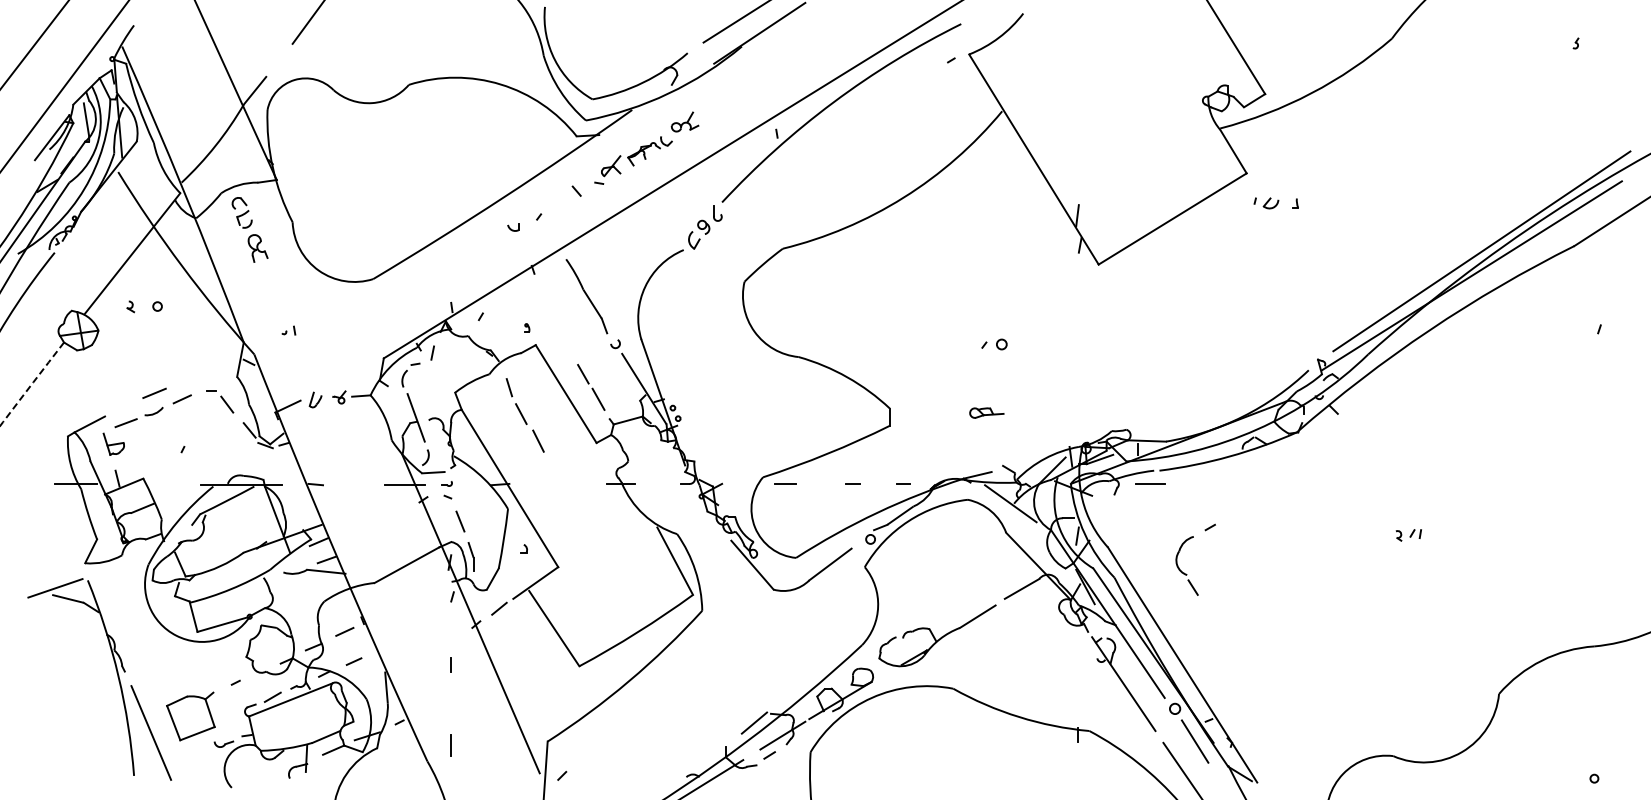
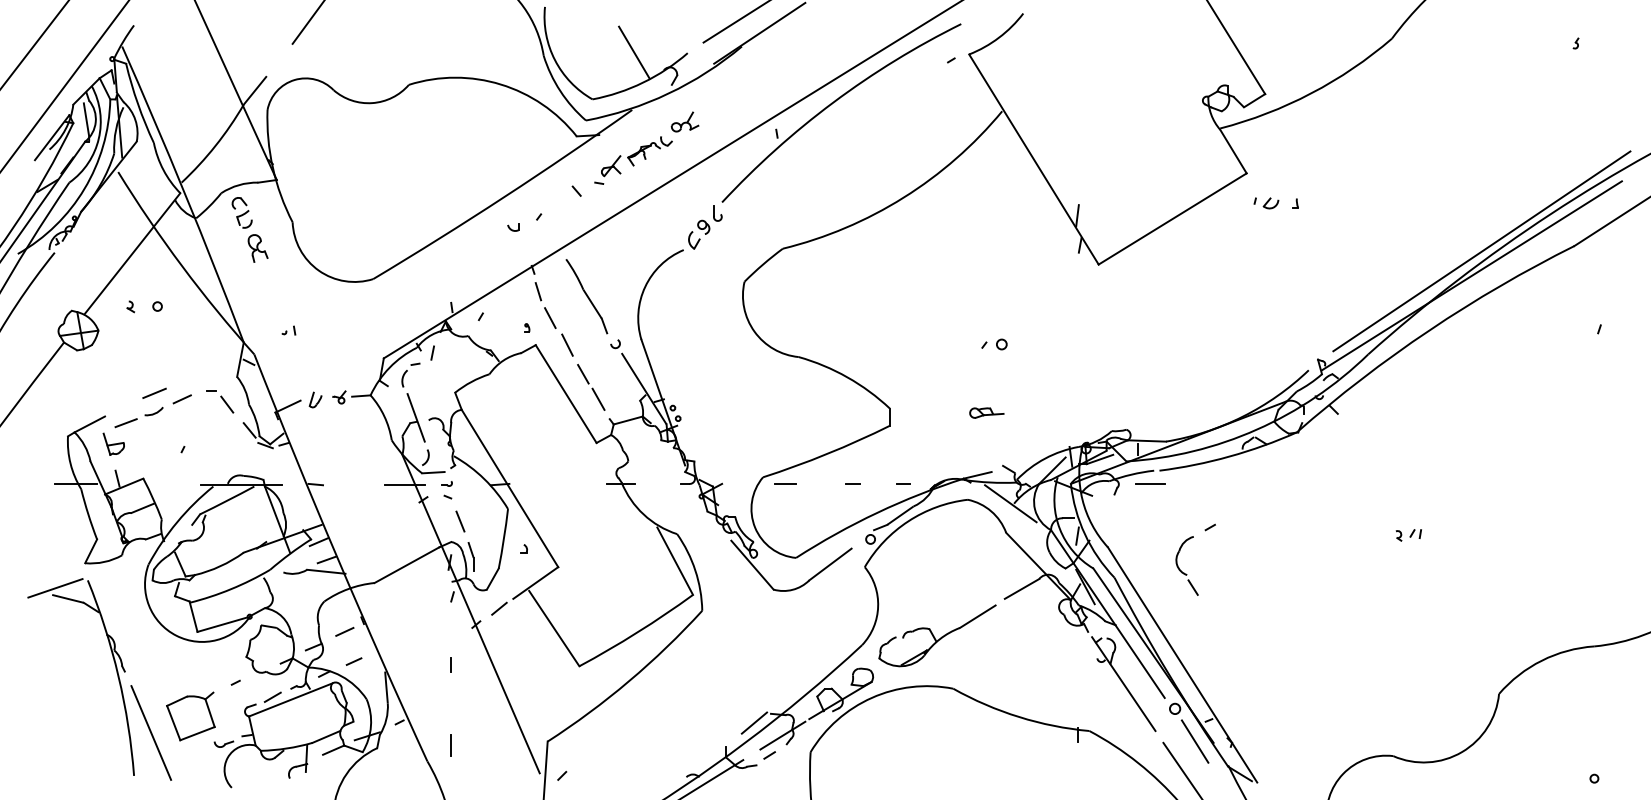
line at (634, 52): none -> present
arc at (31, 384): dashed -> solid
part at (524, 415) position: (524, 415) -> (553, 319)
